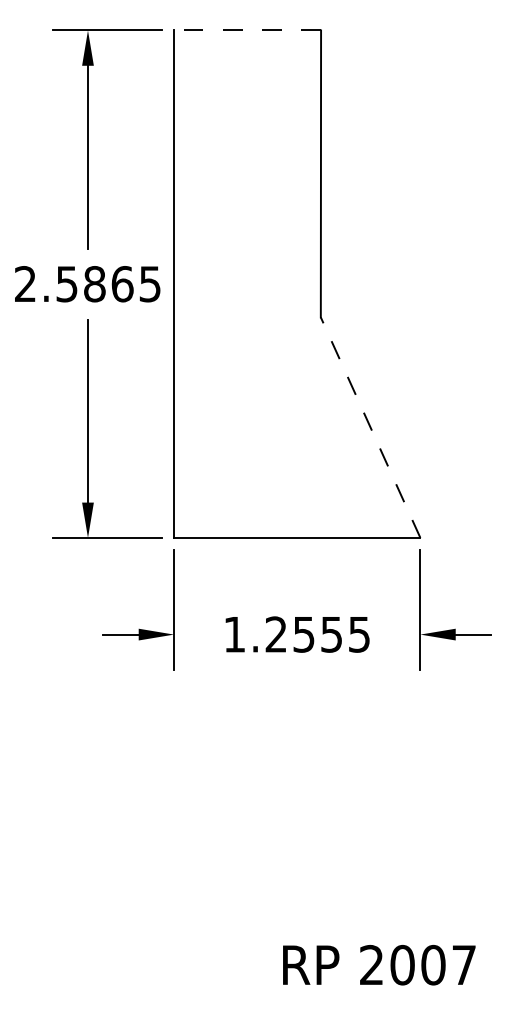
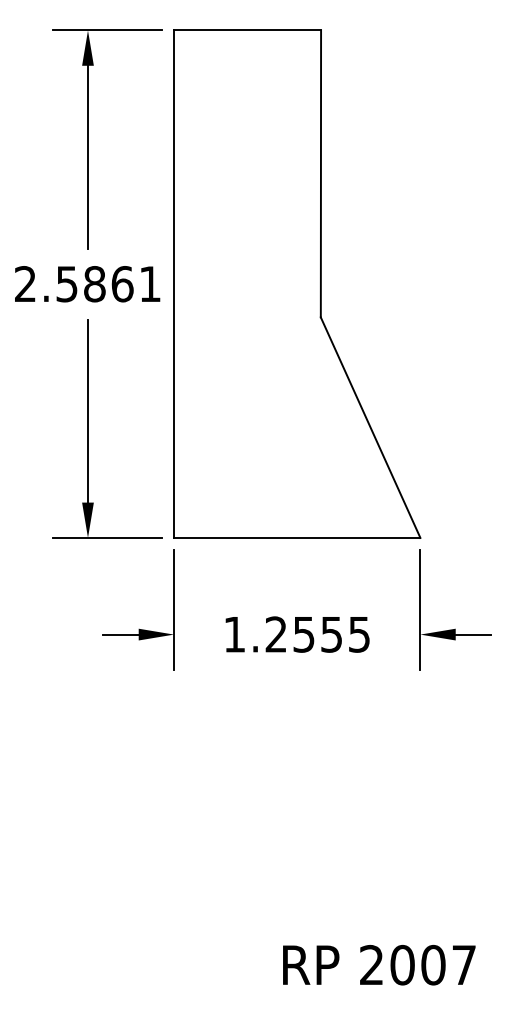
line at (247, 30): dashed -> solid
text at (149, 284): 2.5865 -> 2.5861
line at (370, 427): dashed -> solid
